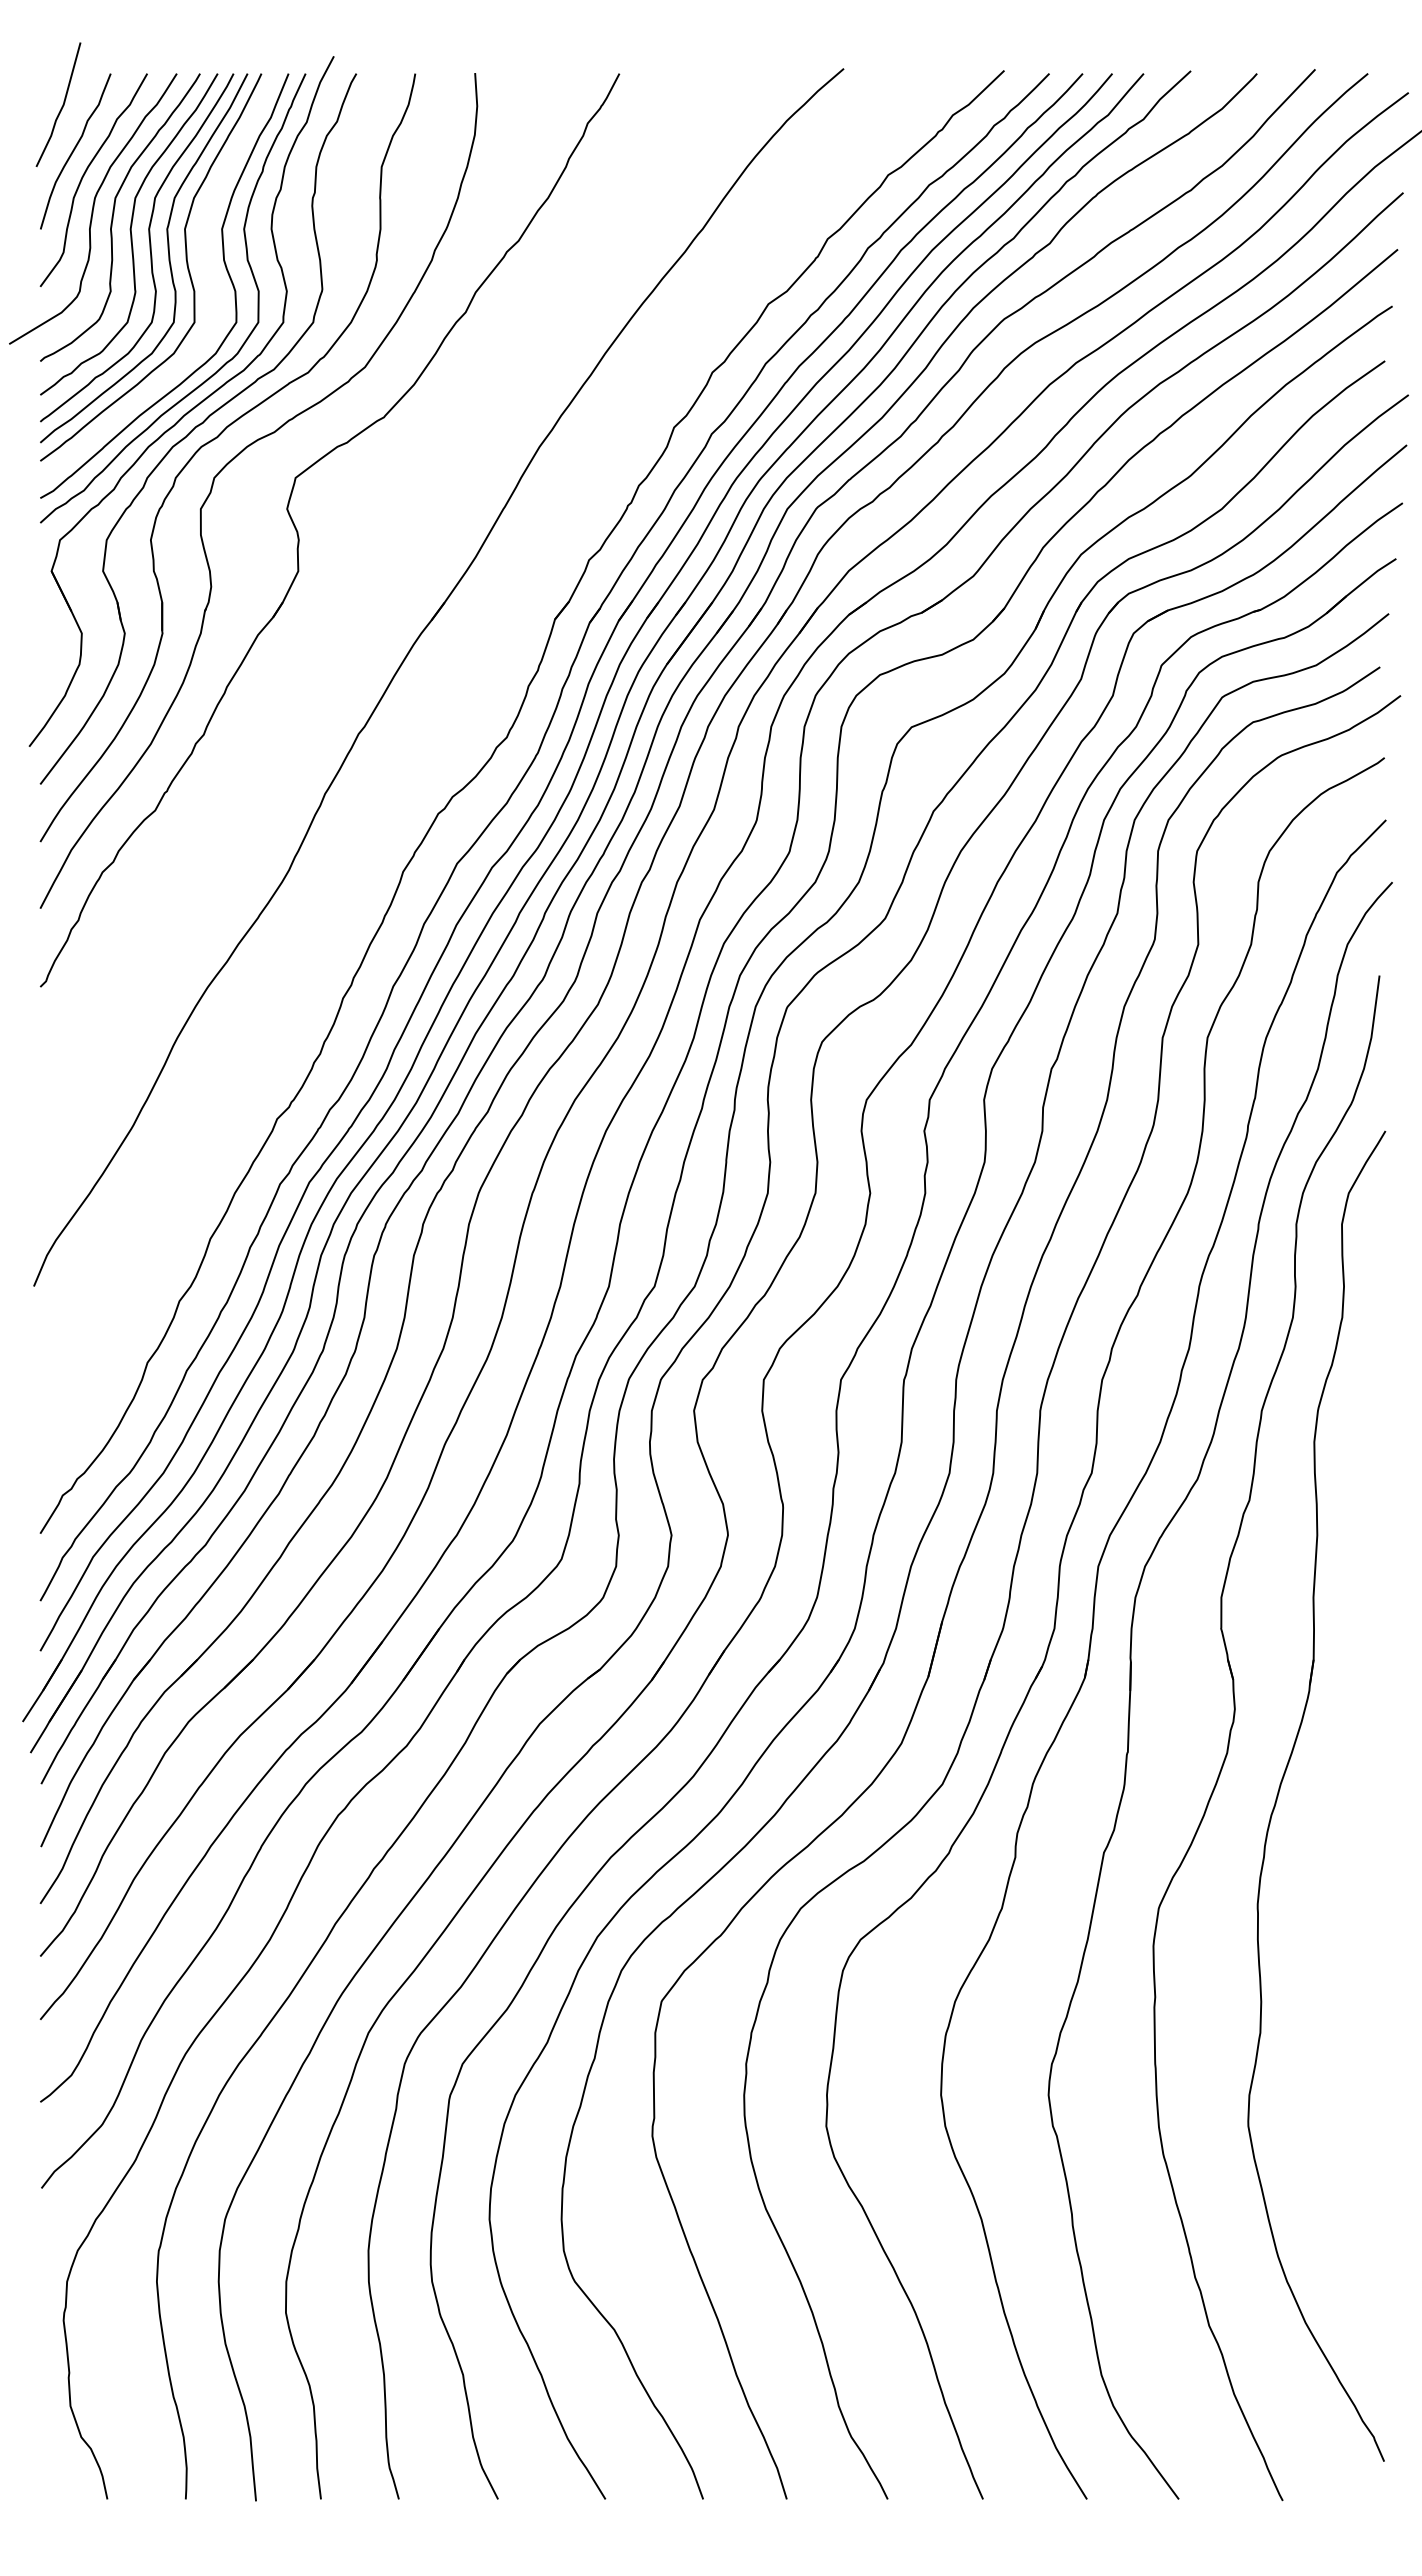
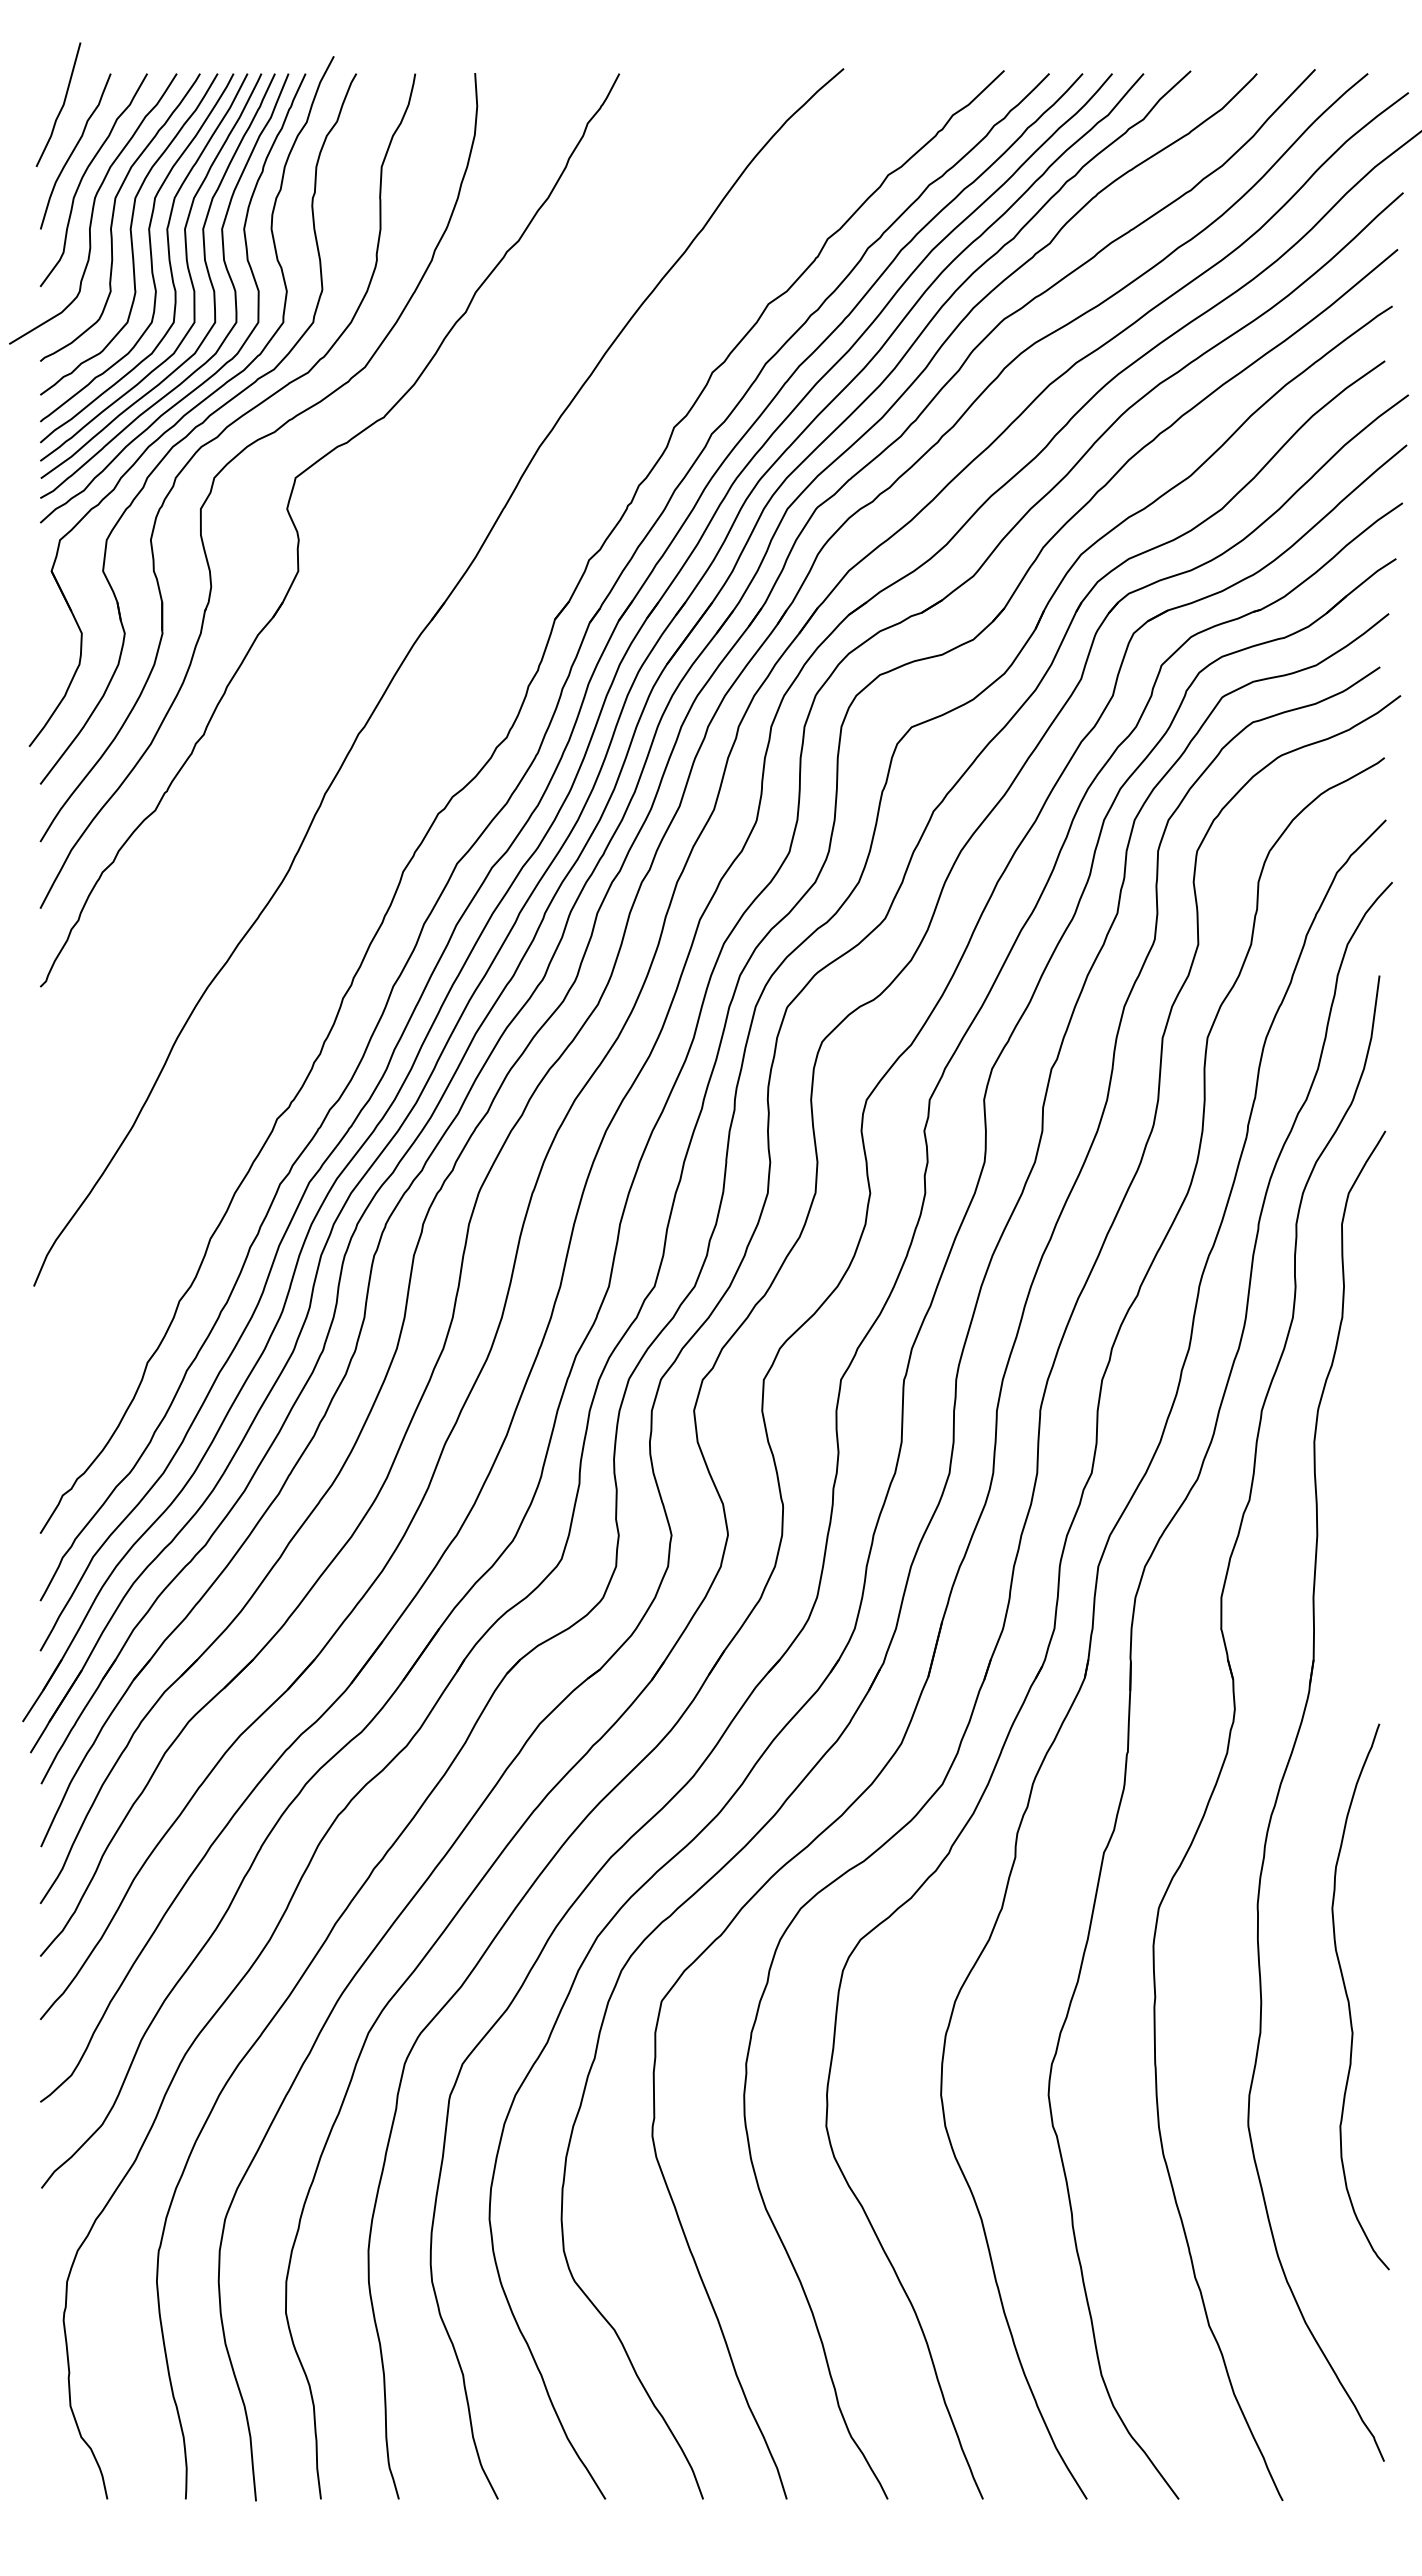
curve at (204, 262): none -> present
curve at (1349, 2000): none -> present
